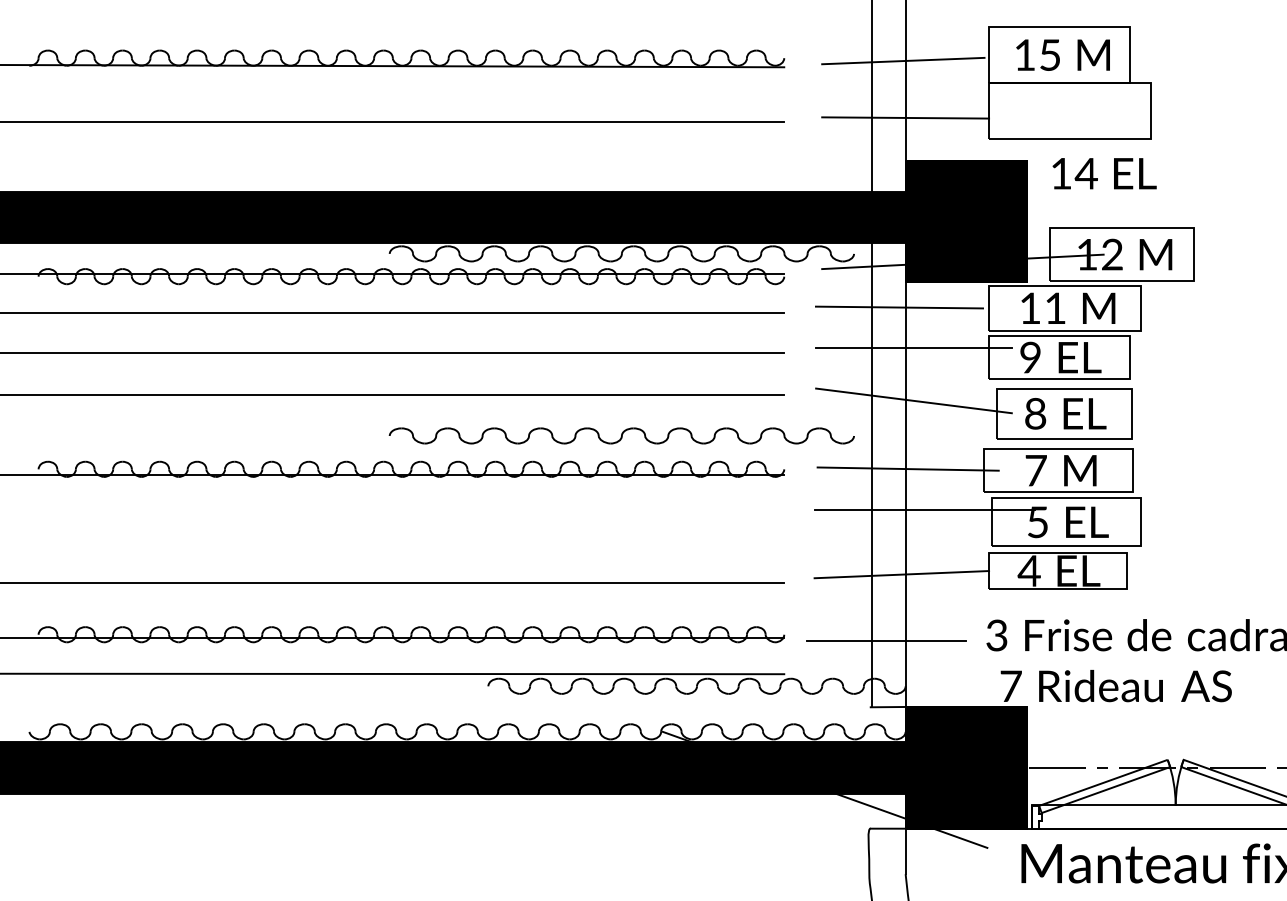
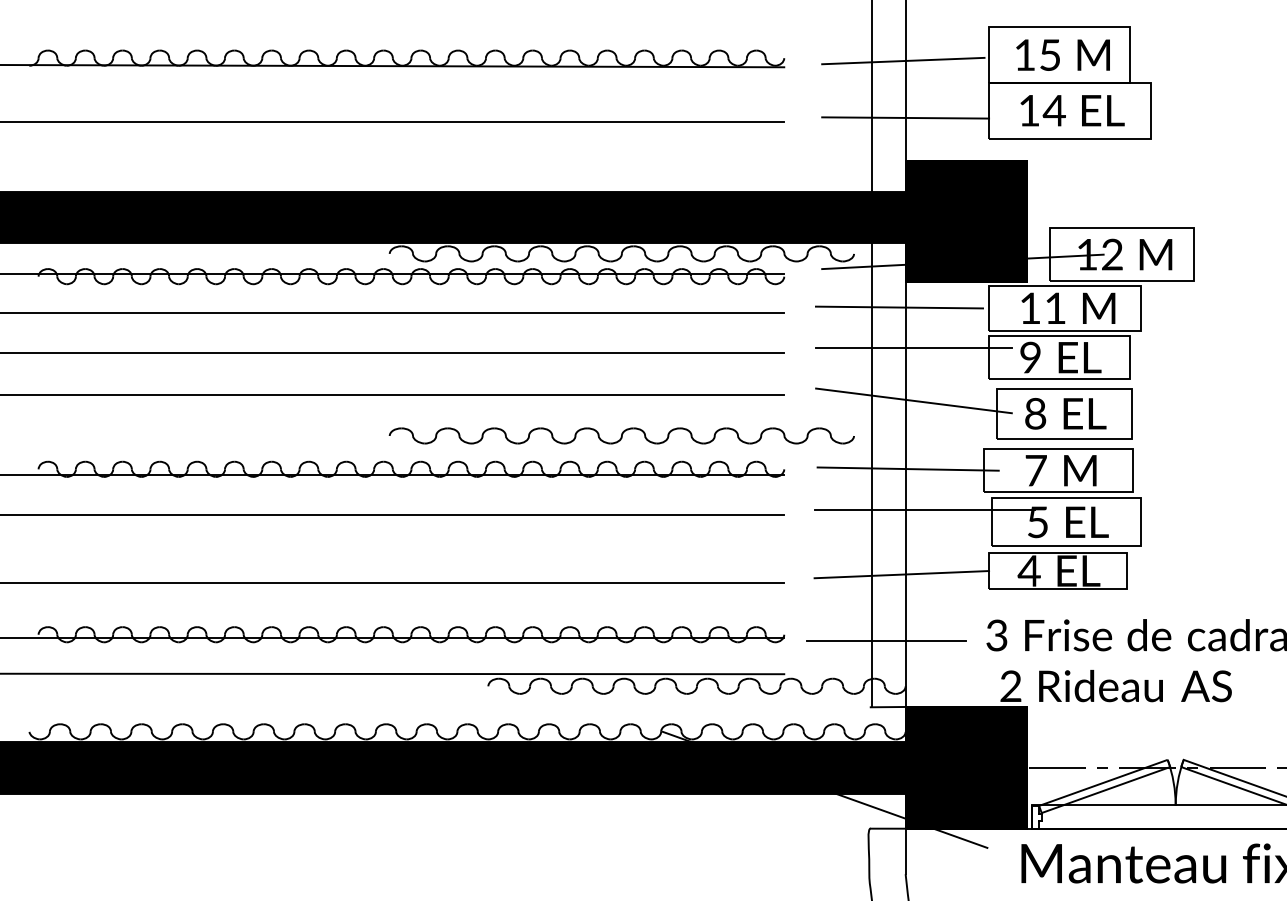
text at (1104, 173) position: (1104, 173) -> (1072, 110)
line at (393, 514): none -> present
text at (1010, 685): 7 -> 2
